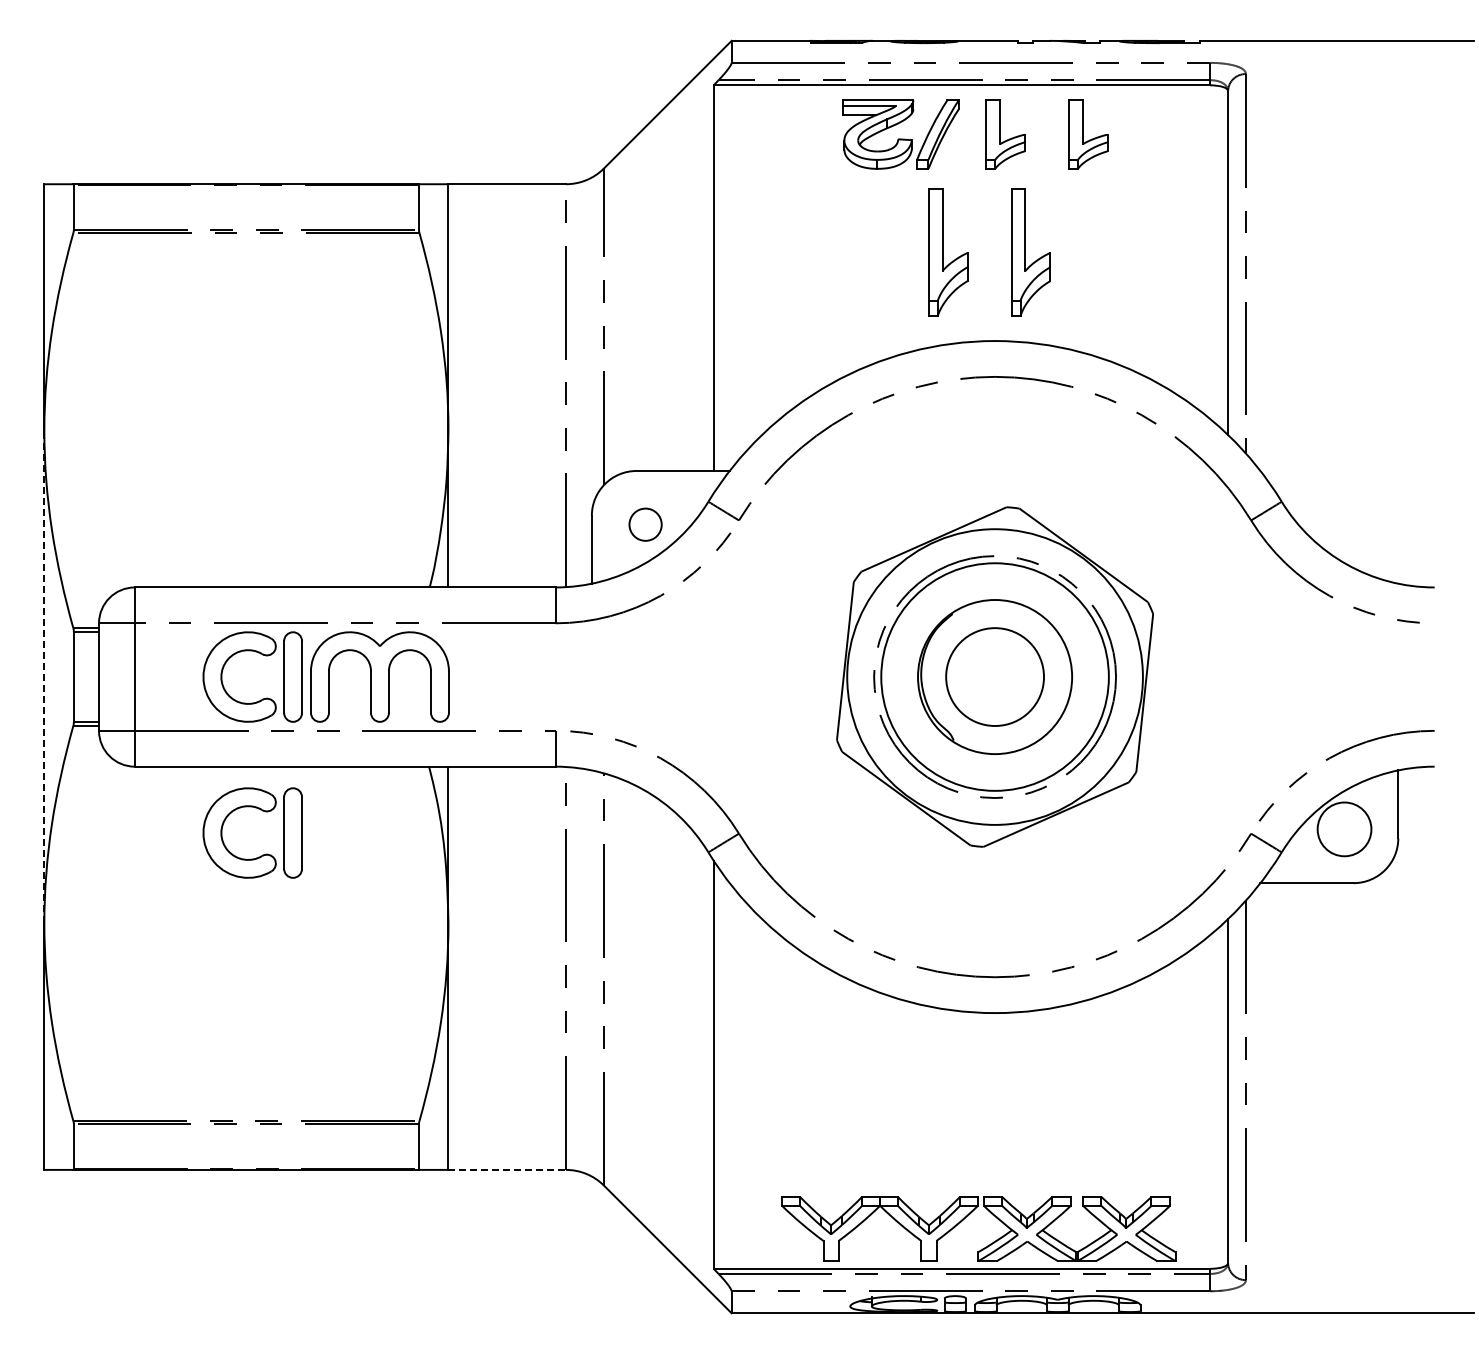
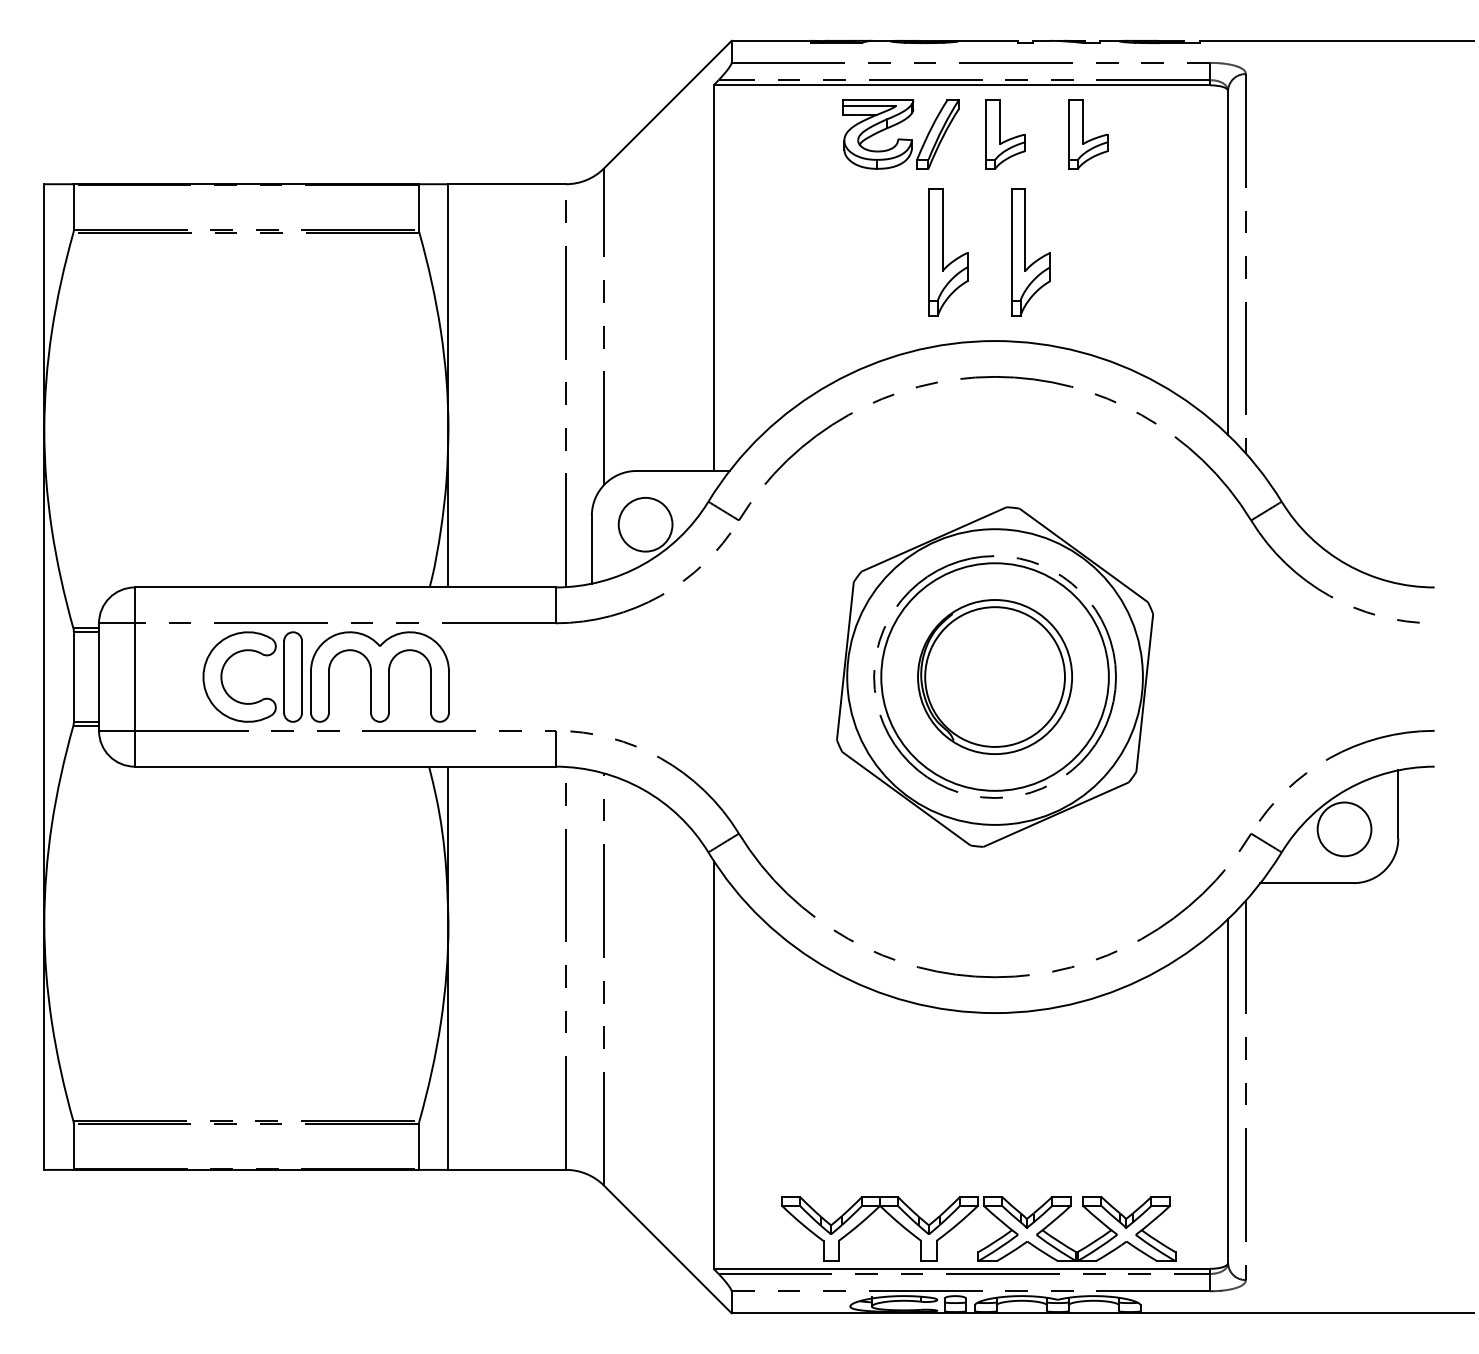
circle at (645, 524) diameter: 32 px -> 54 px
line at (44, 676): dashed -> solid
circle at (995, 676) diameter: 98 px -> 140 px
part at (262, 811): present -> none
line at (507, 1169): dashed -> solid
